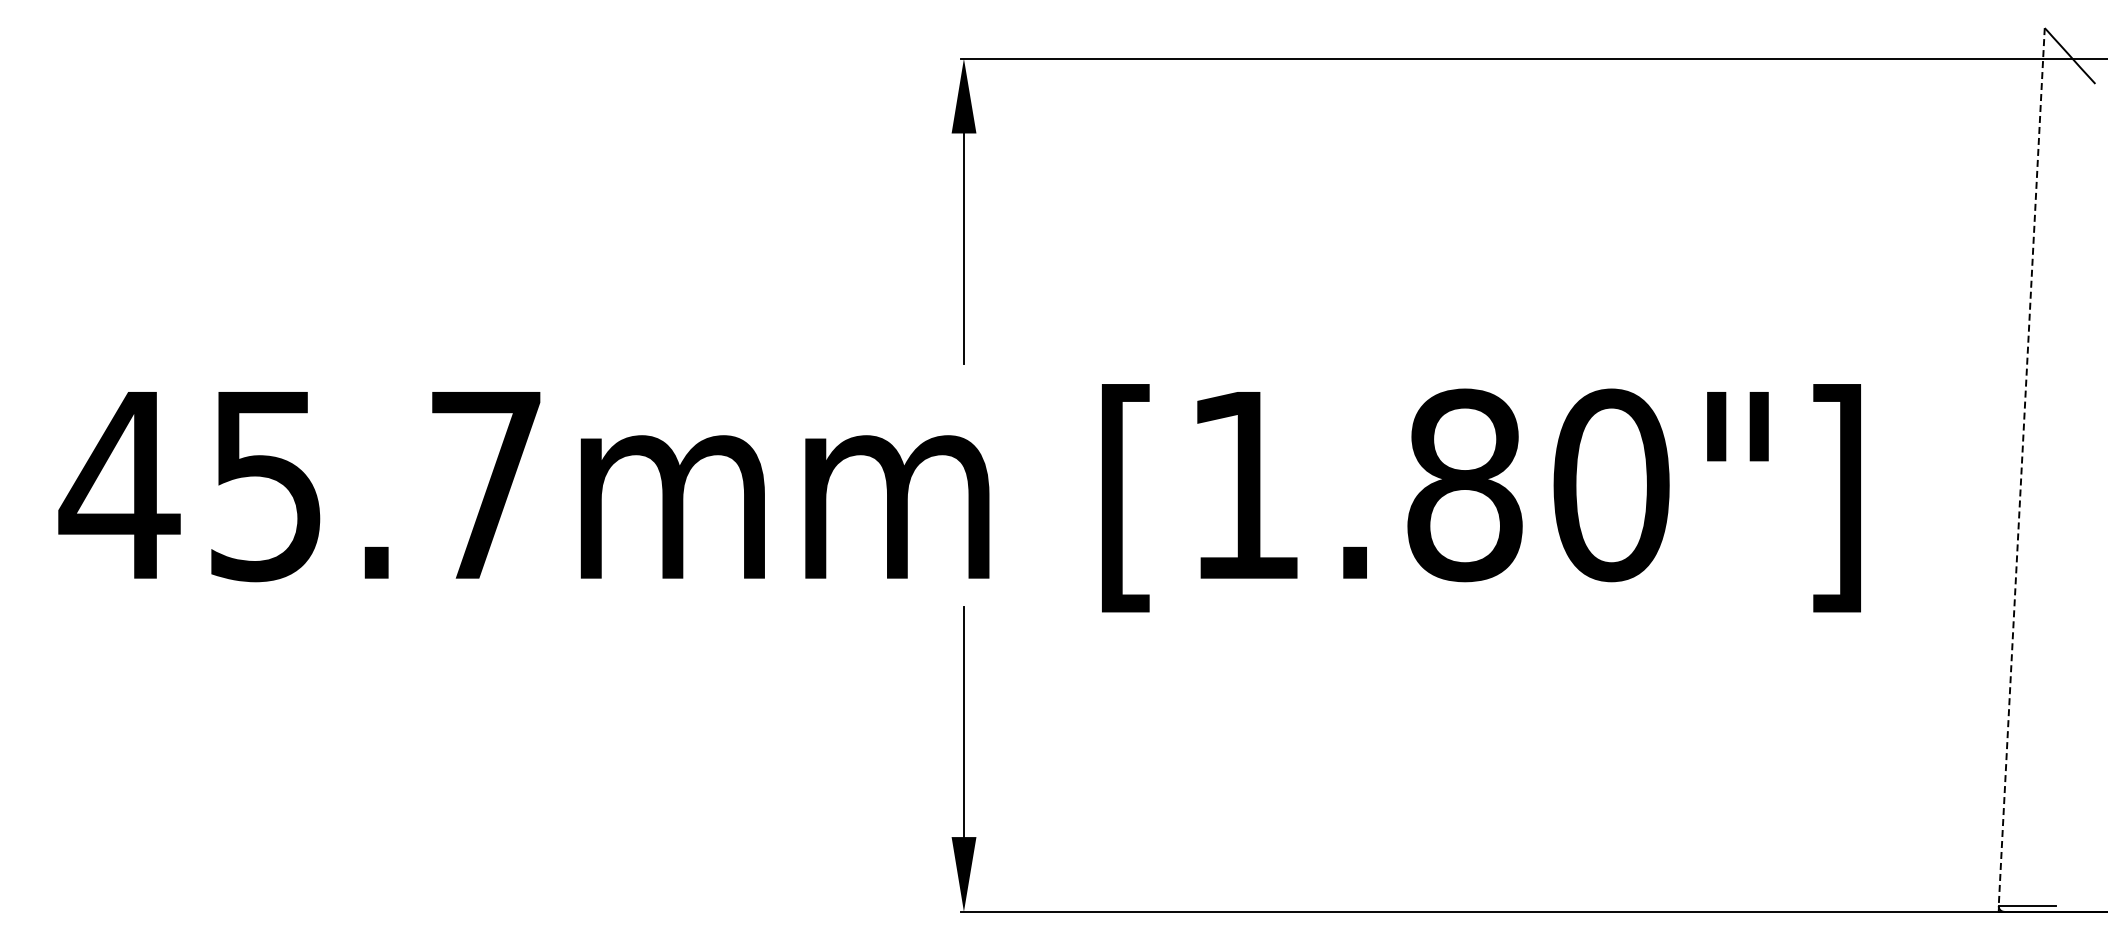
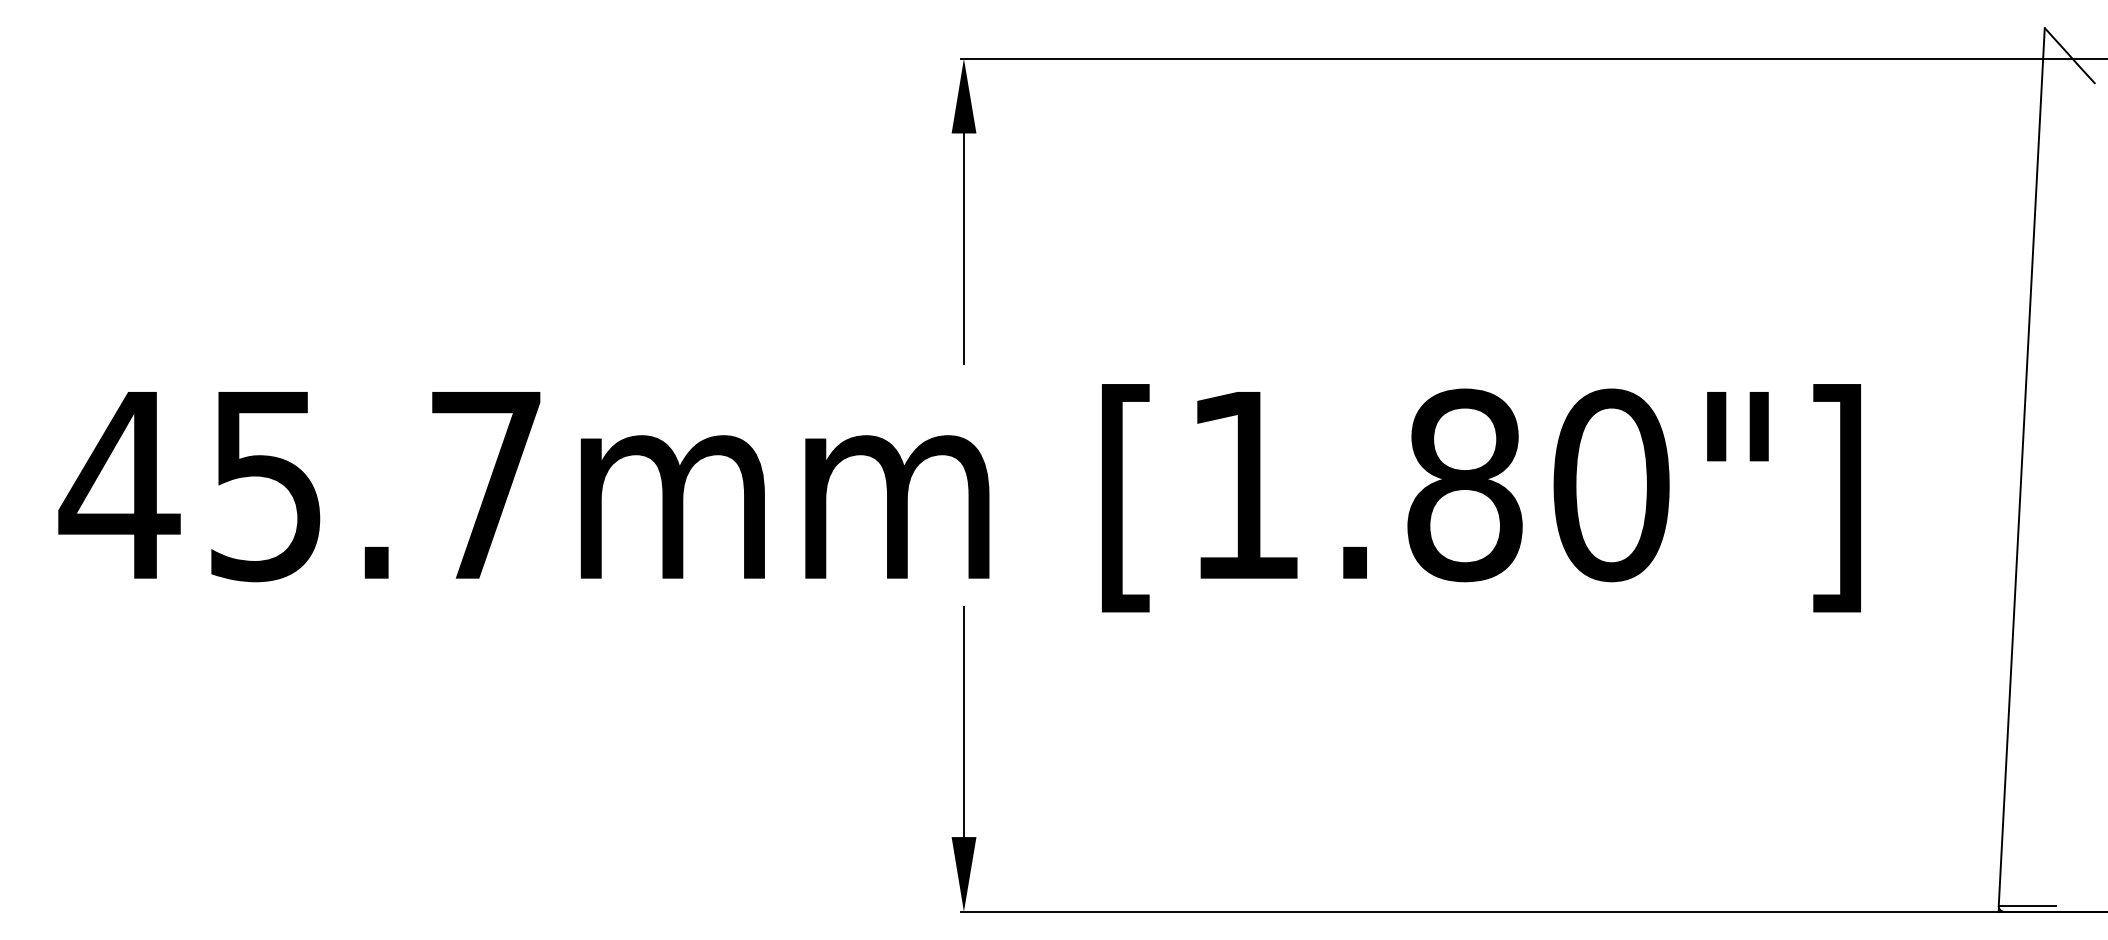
line at (2021, 467): dashed -> solid
